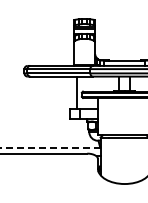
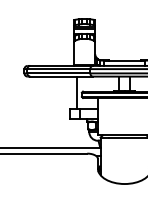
line at (49, 147): dashed -> solid
